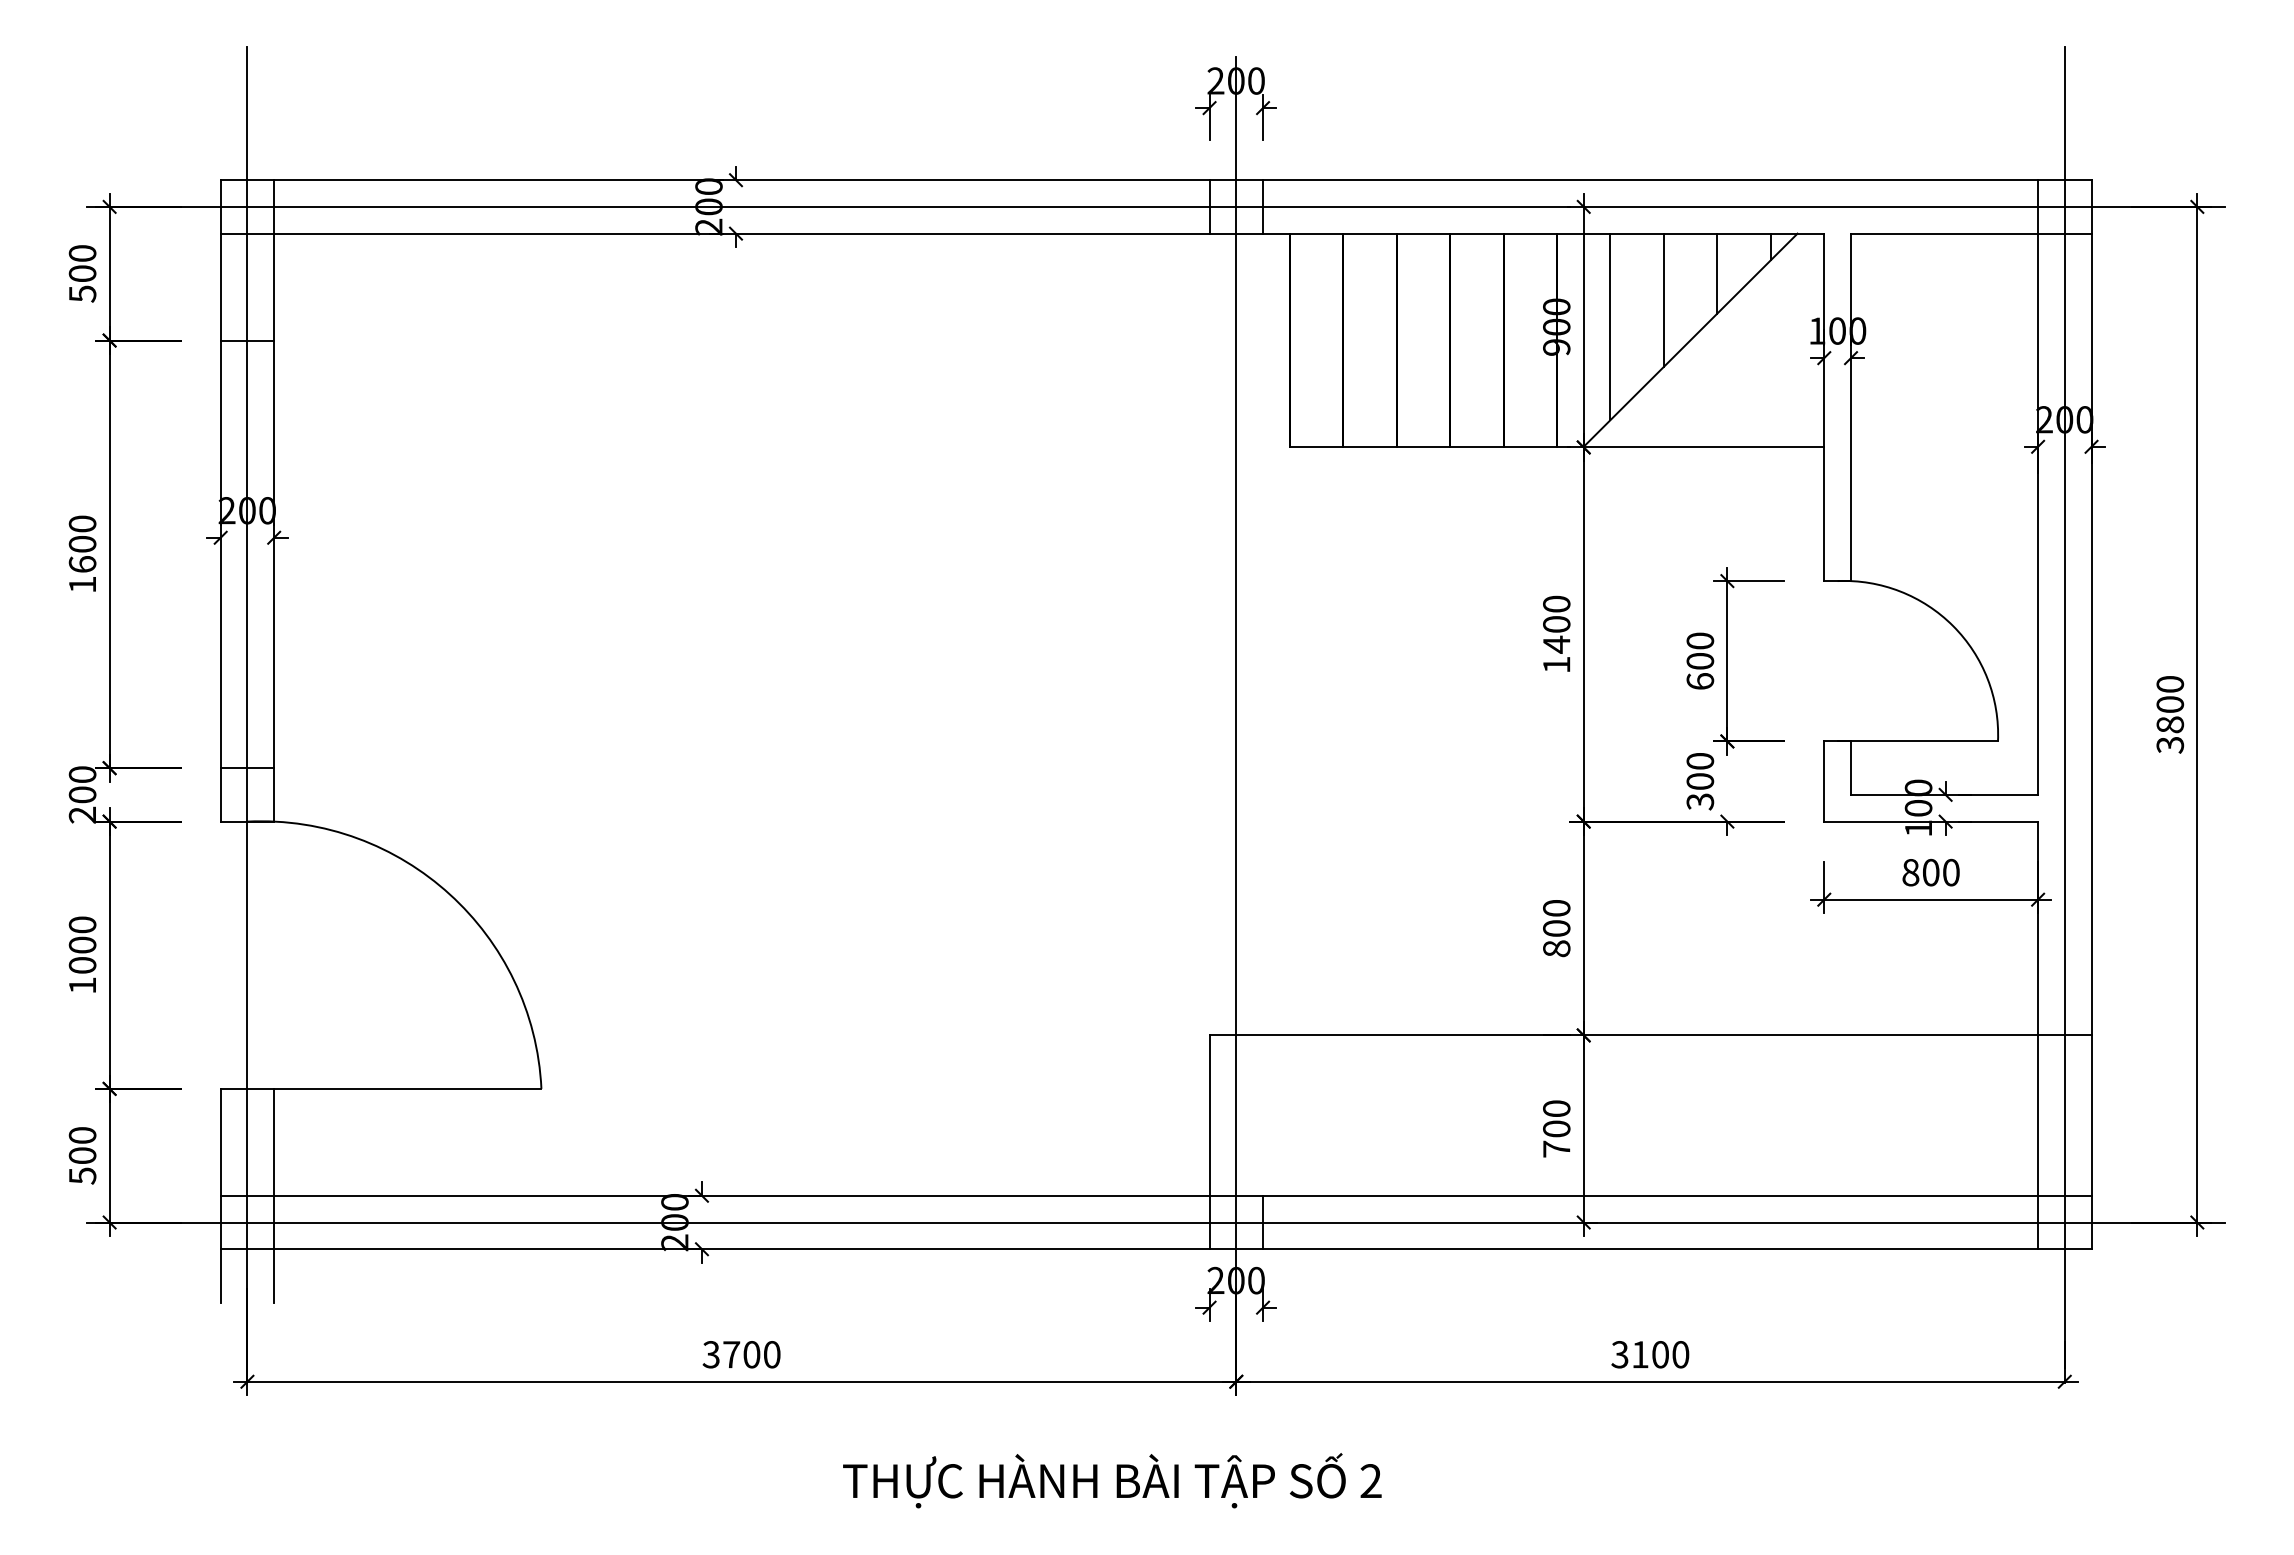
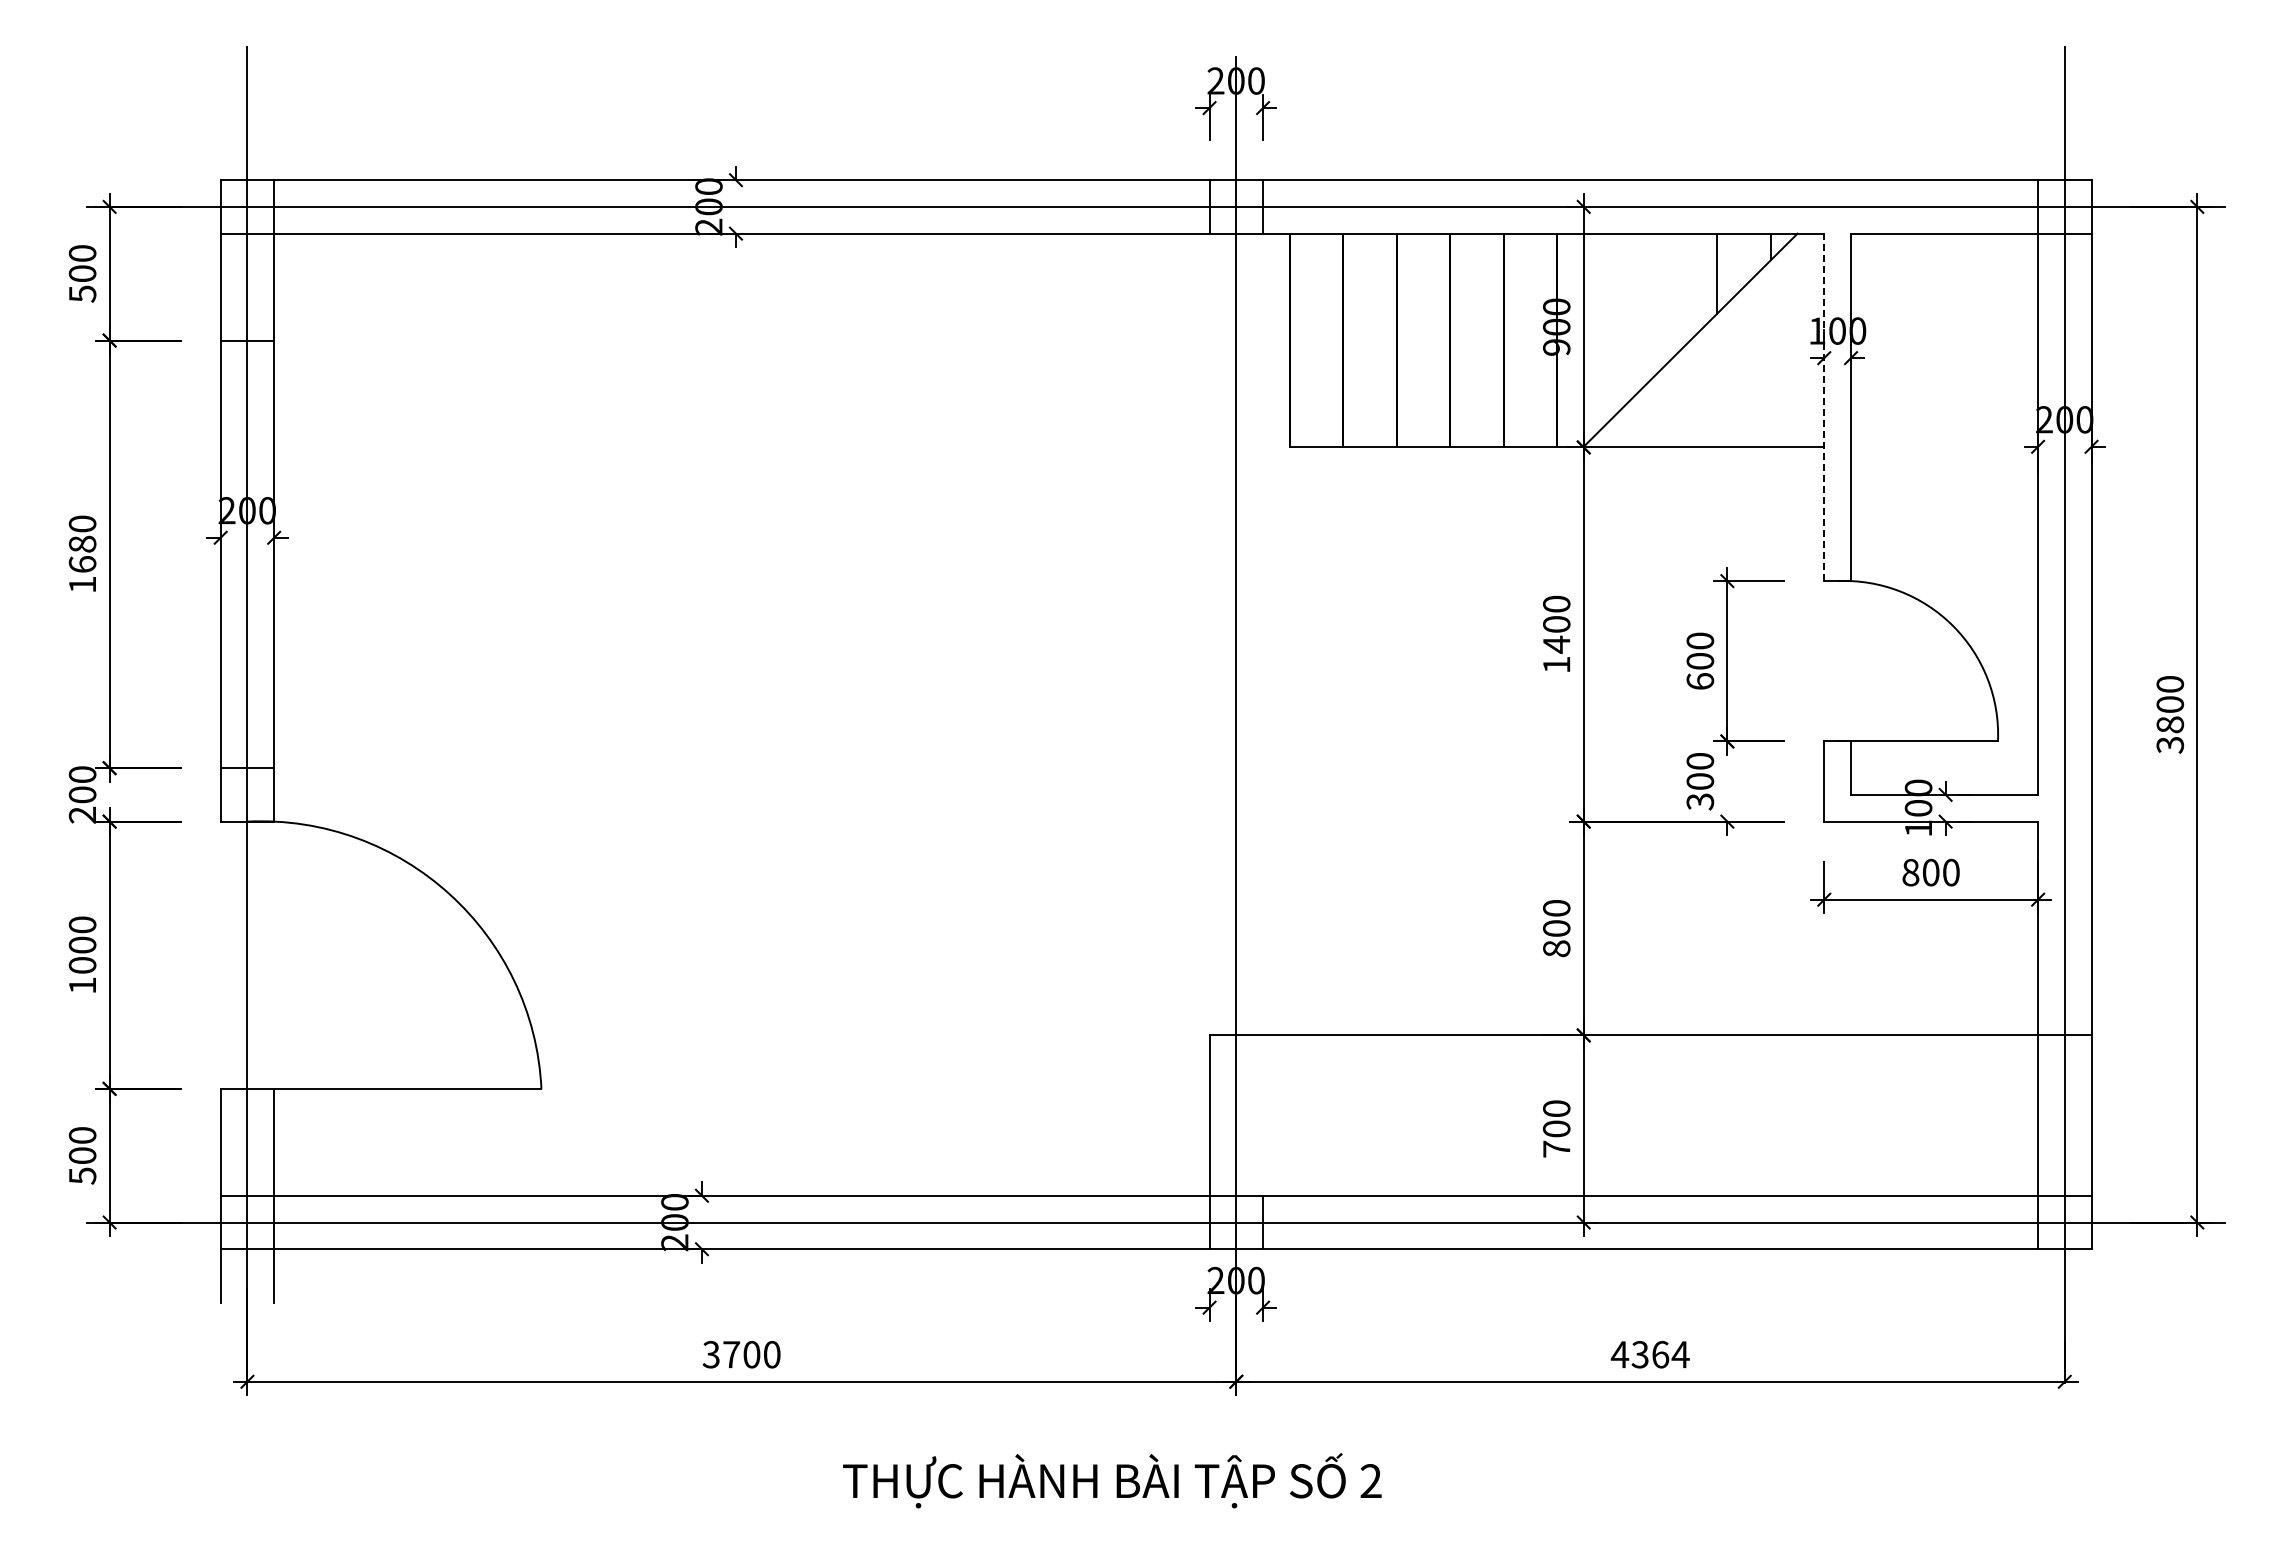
line at (1663, 299): present -> none
line at (1610, 326): present -> none
line at (1824, 407): solid -> dashed
text at (82, 543): 1600 -> 1680
text at (1649, 1354): 3100 -> 4364
